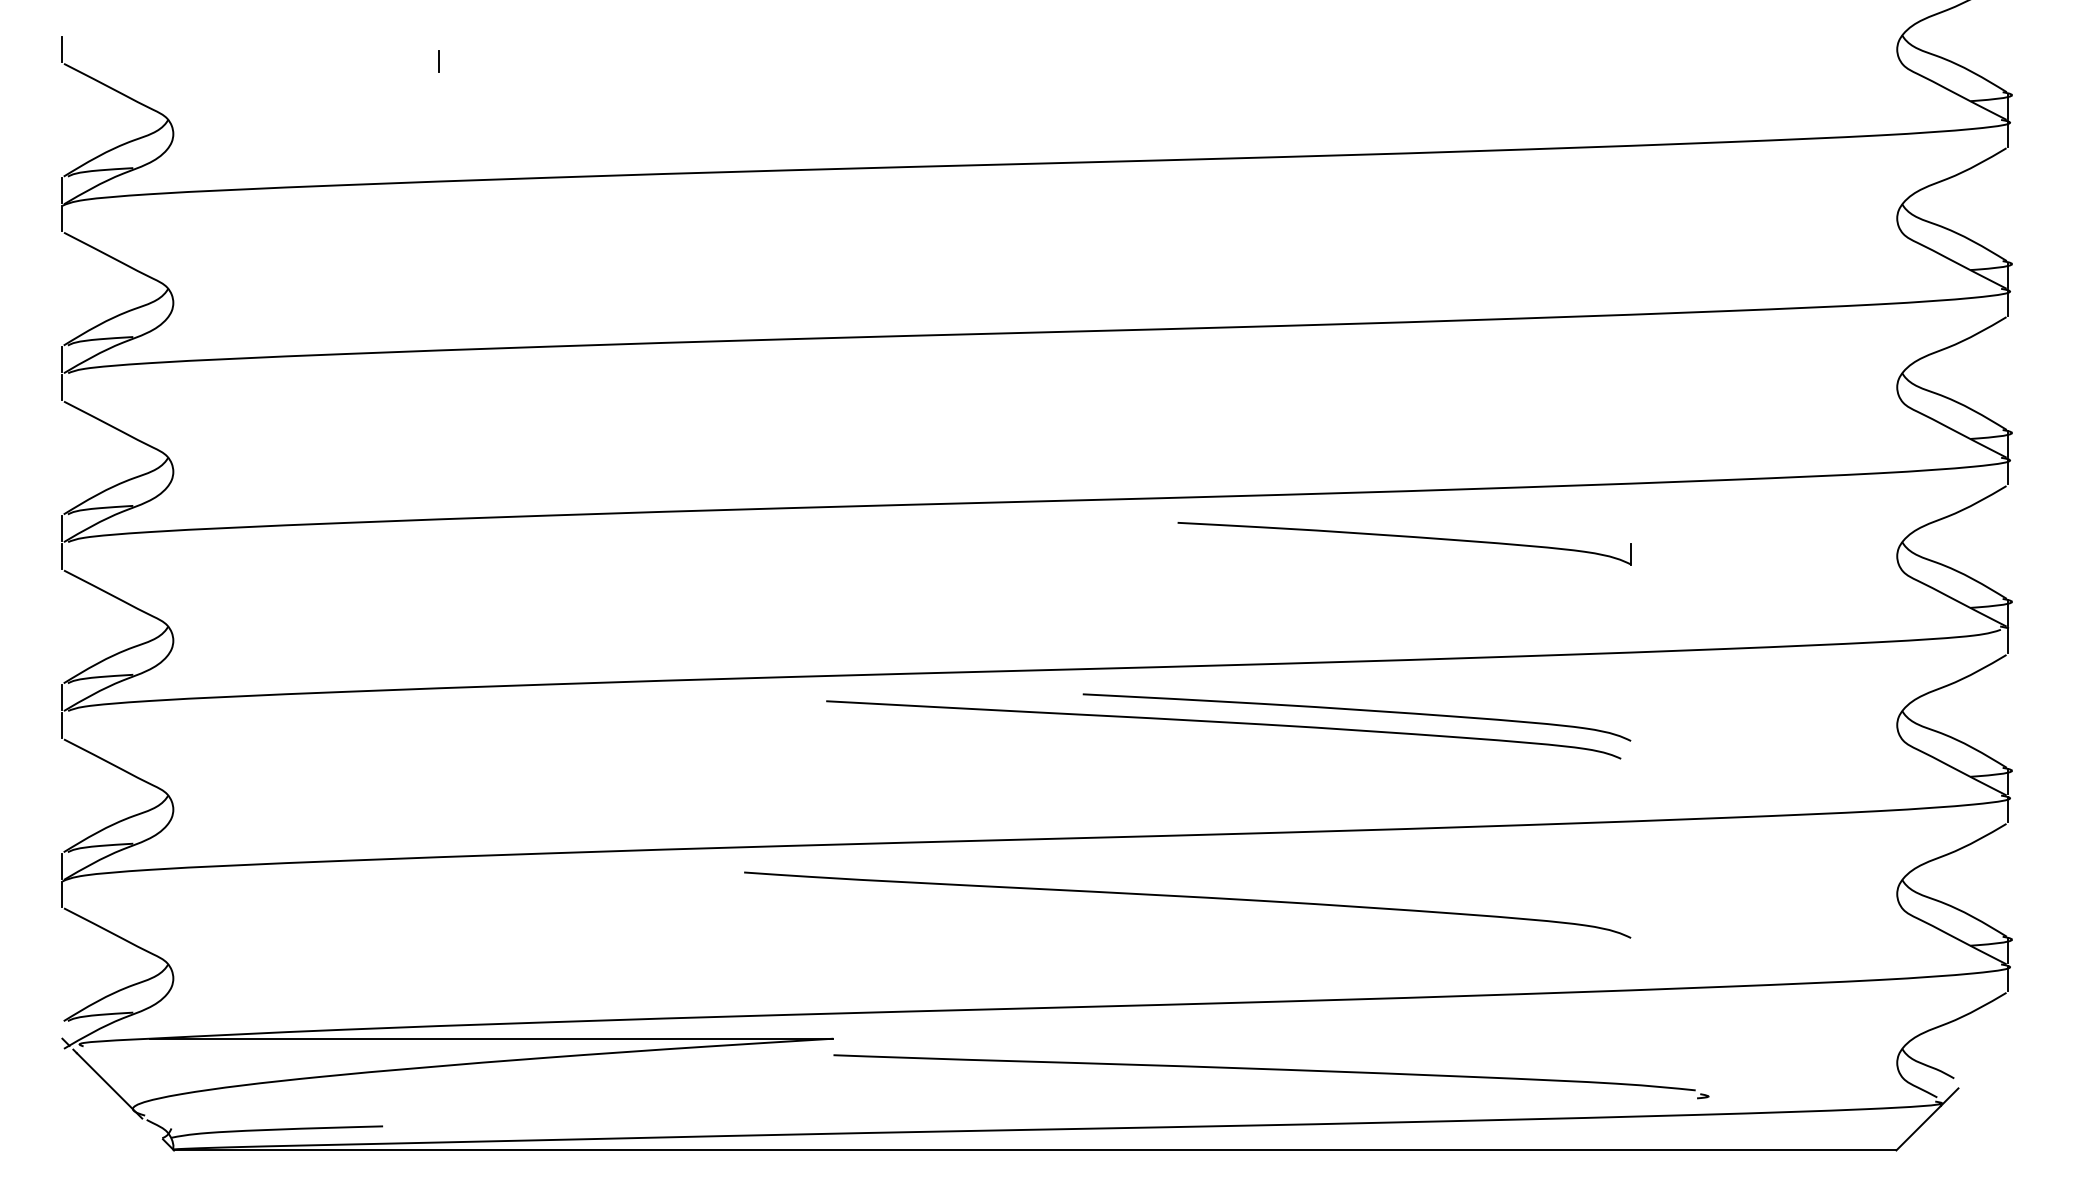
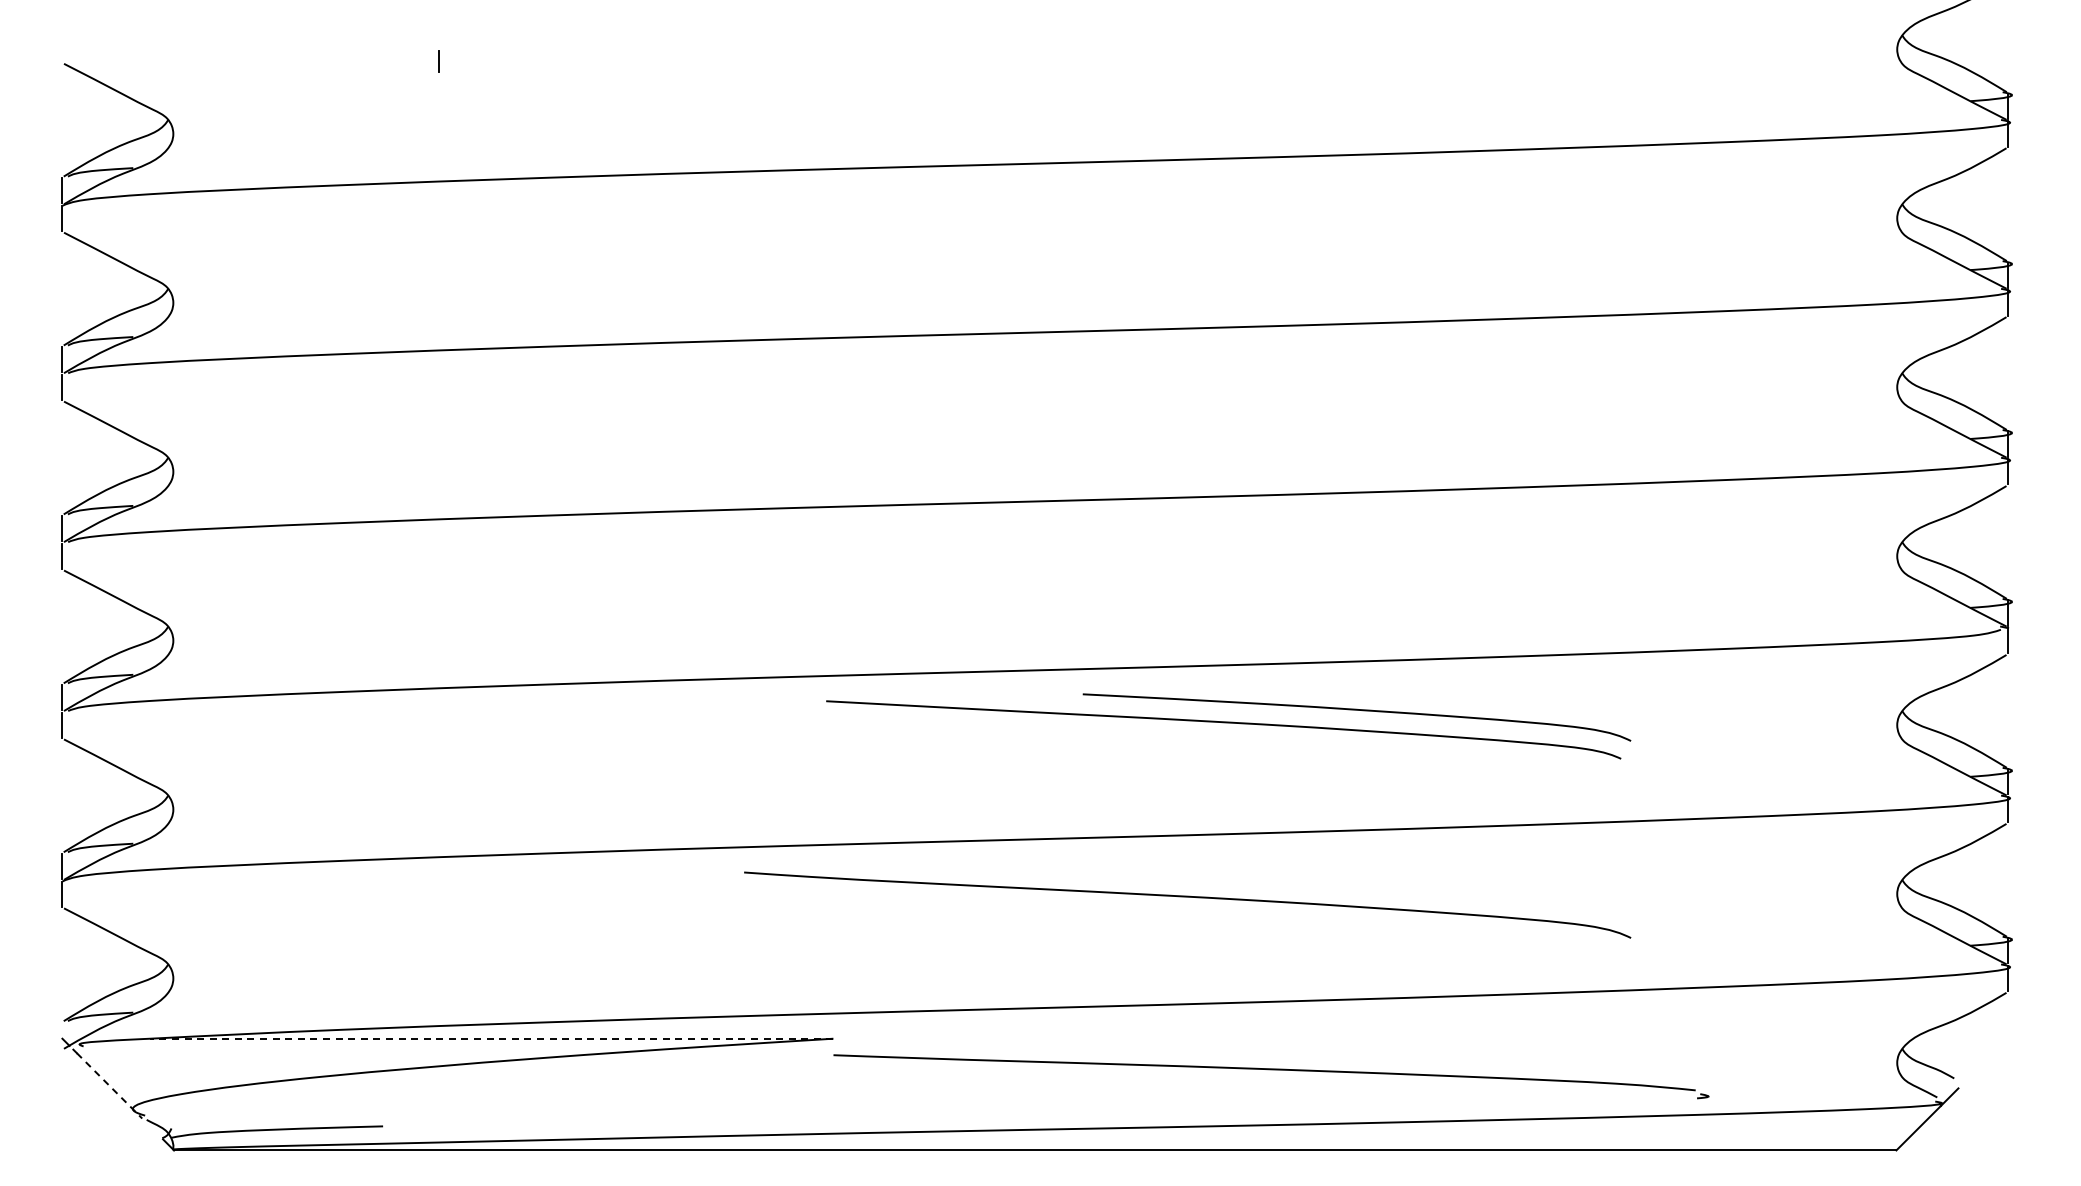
line at (62, 49): present -> none
part at (1404, 543): present -> none
line at (491, 1038): solid -> dashed
line at (109, 1086): solid -> dashed
